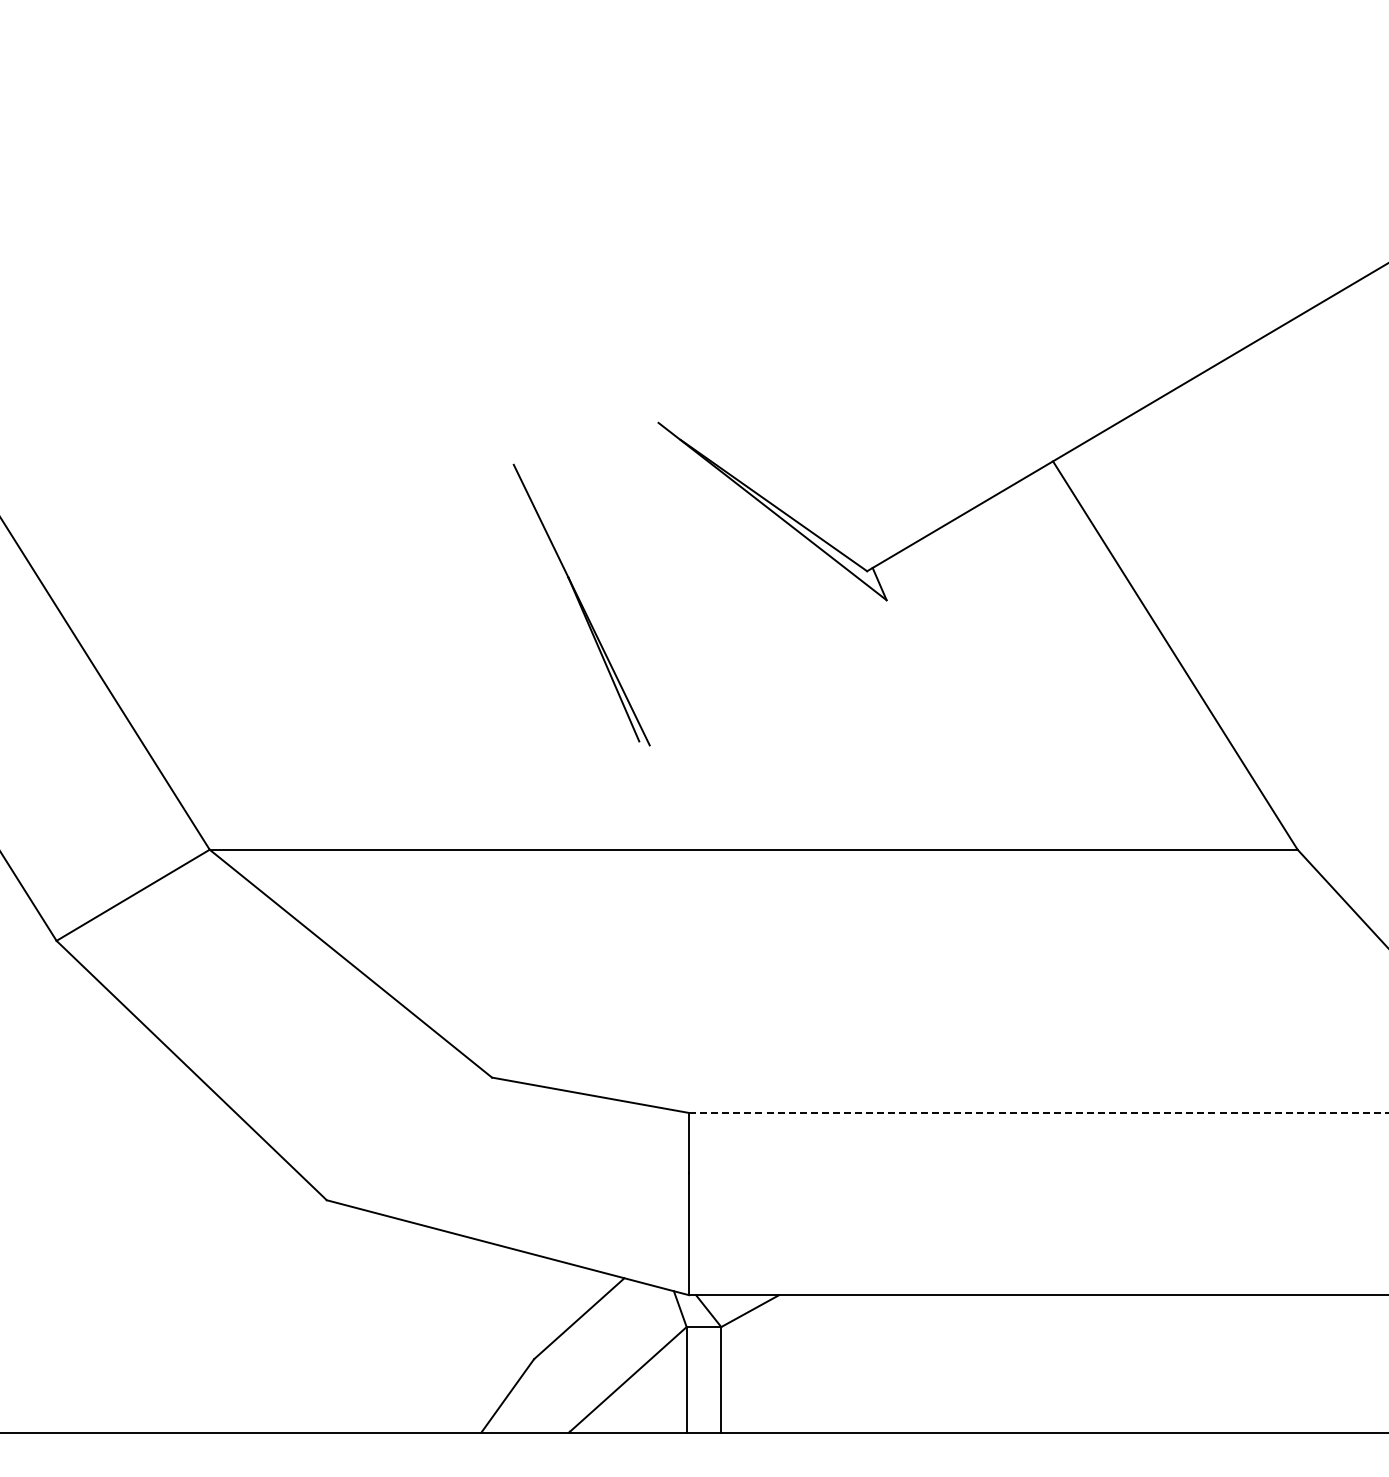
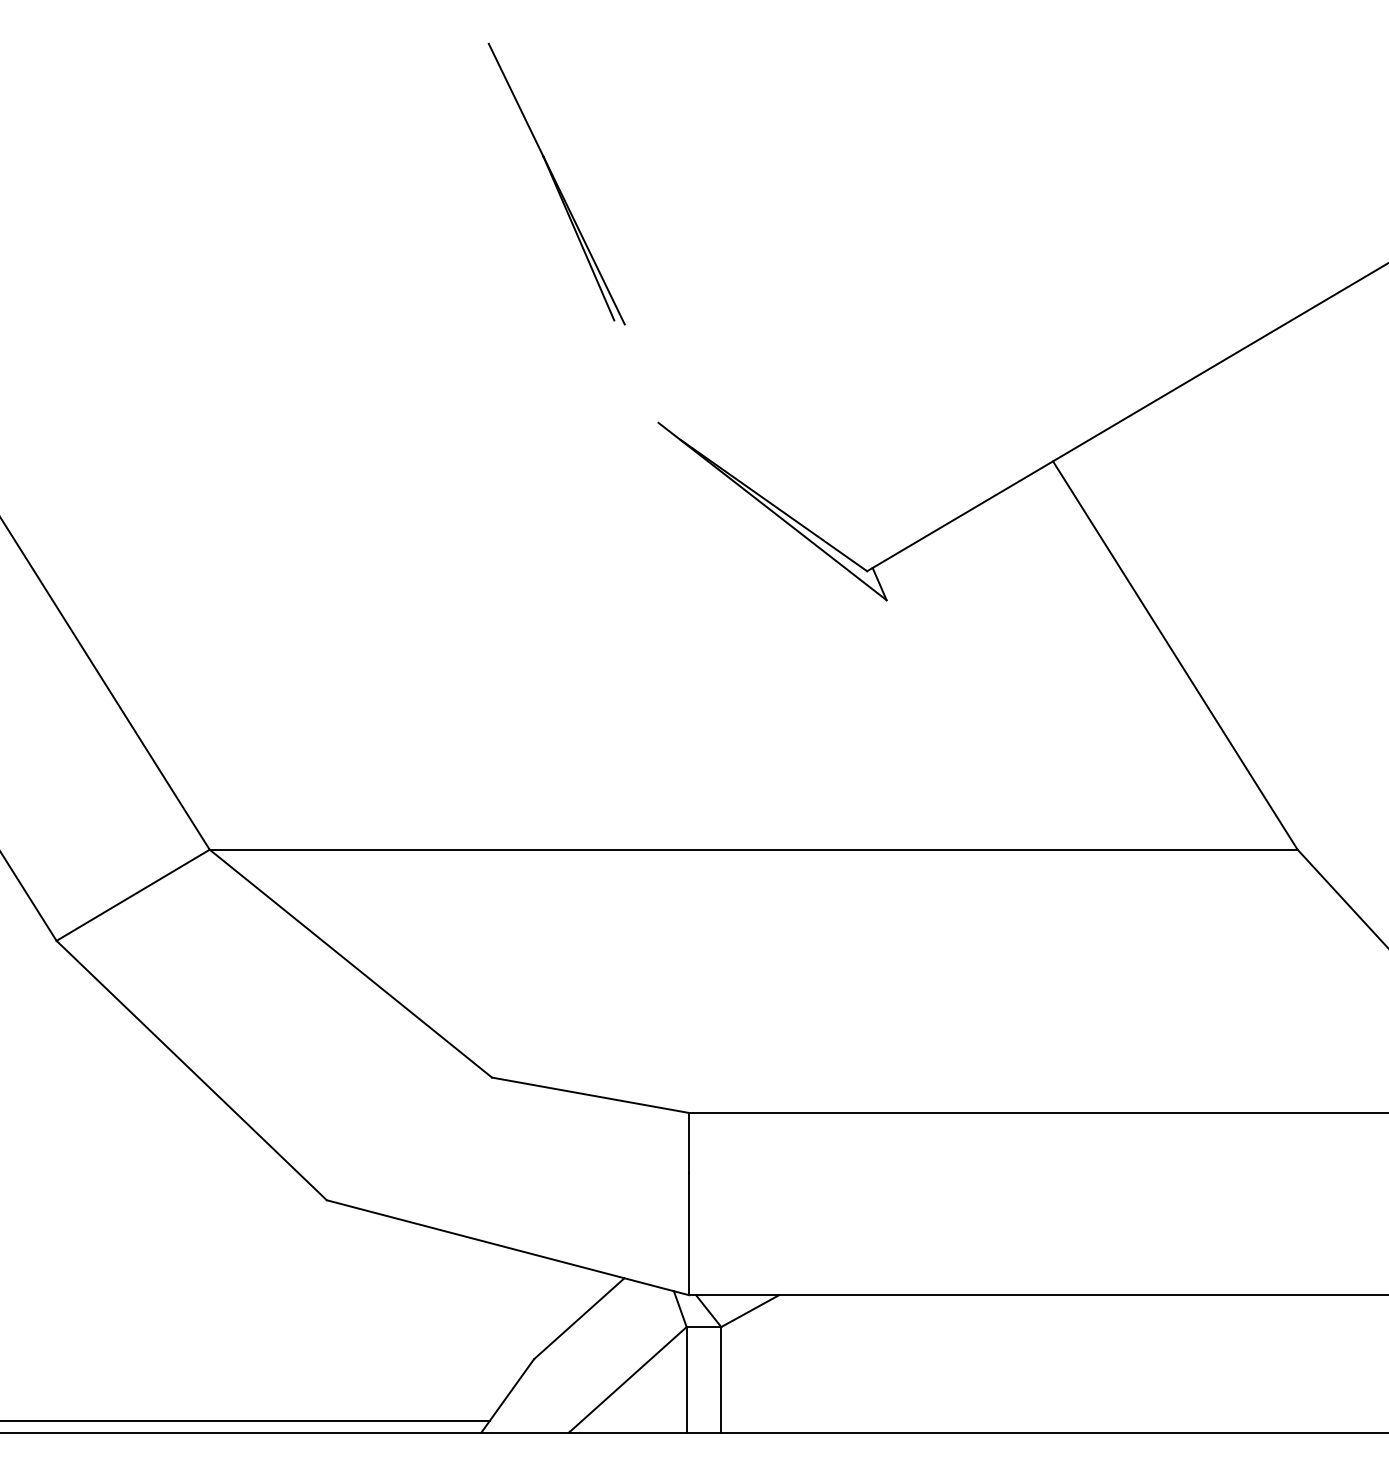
part at (581, 604) position: (581, 604) -> (556, 183)
line at (1038, 1112): dashed -> solid
line at (245, 1420): none -> present
